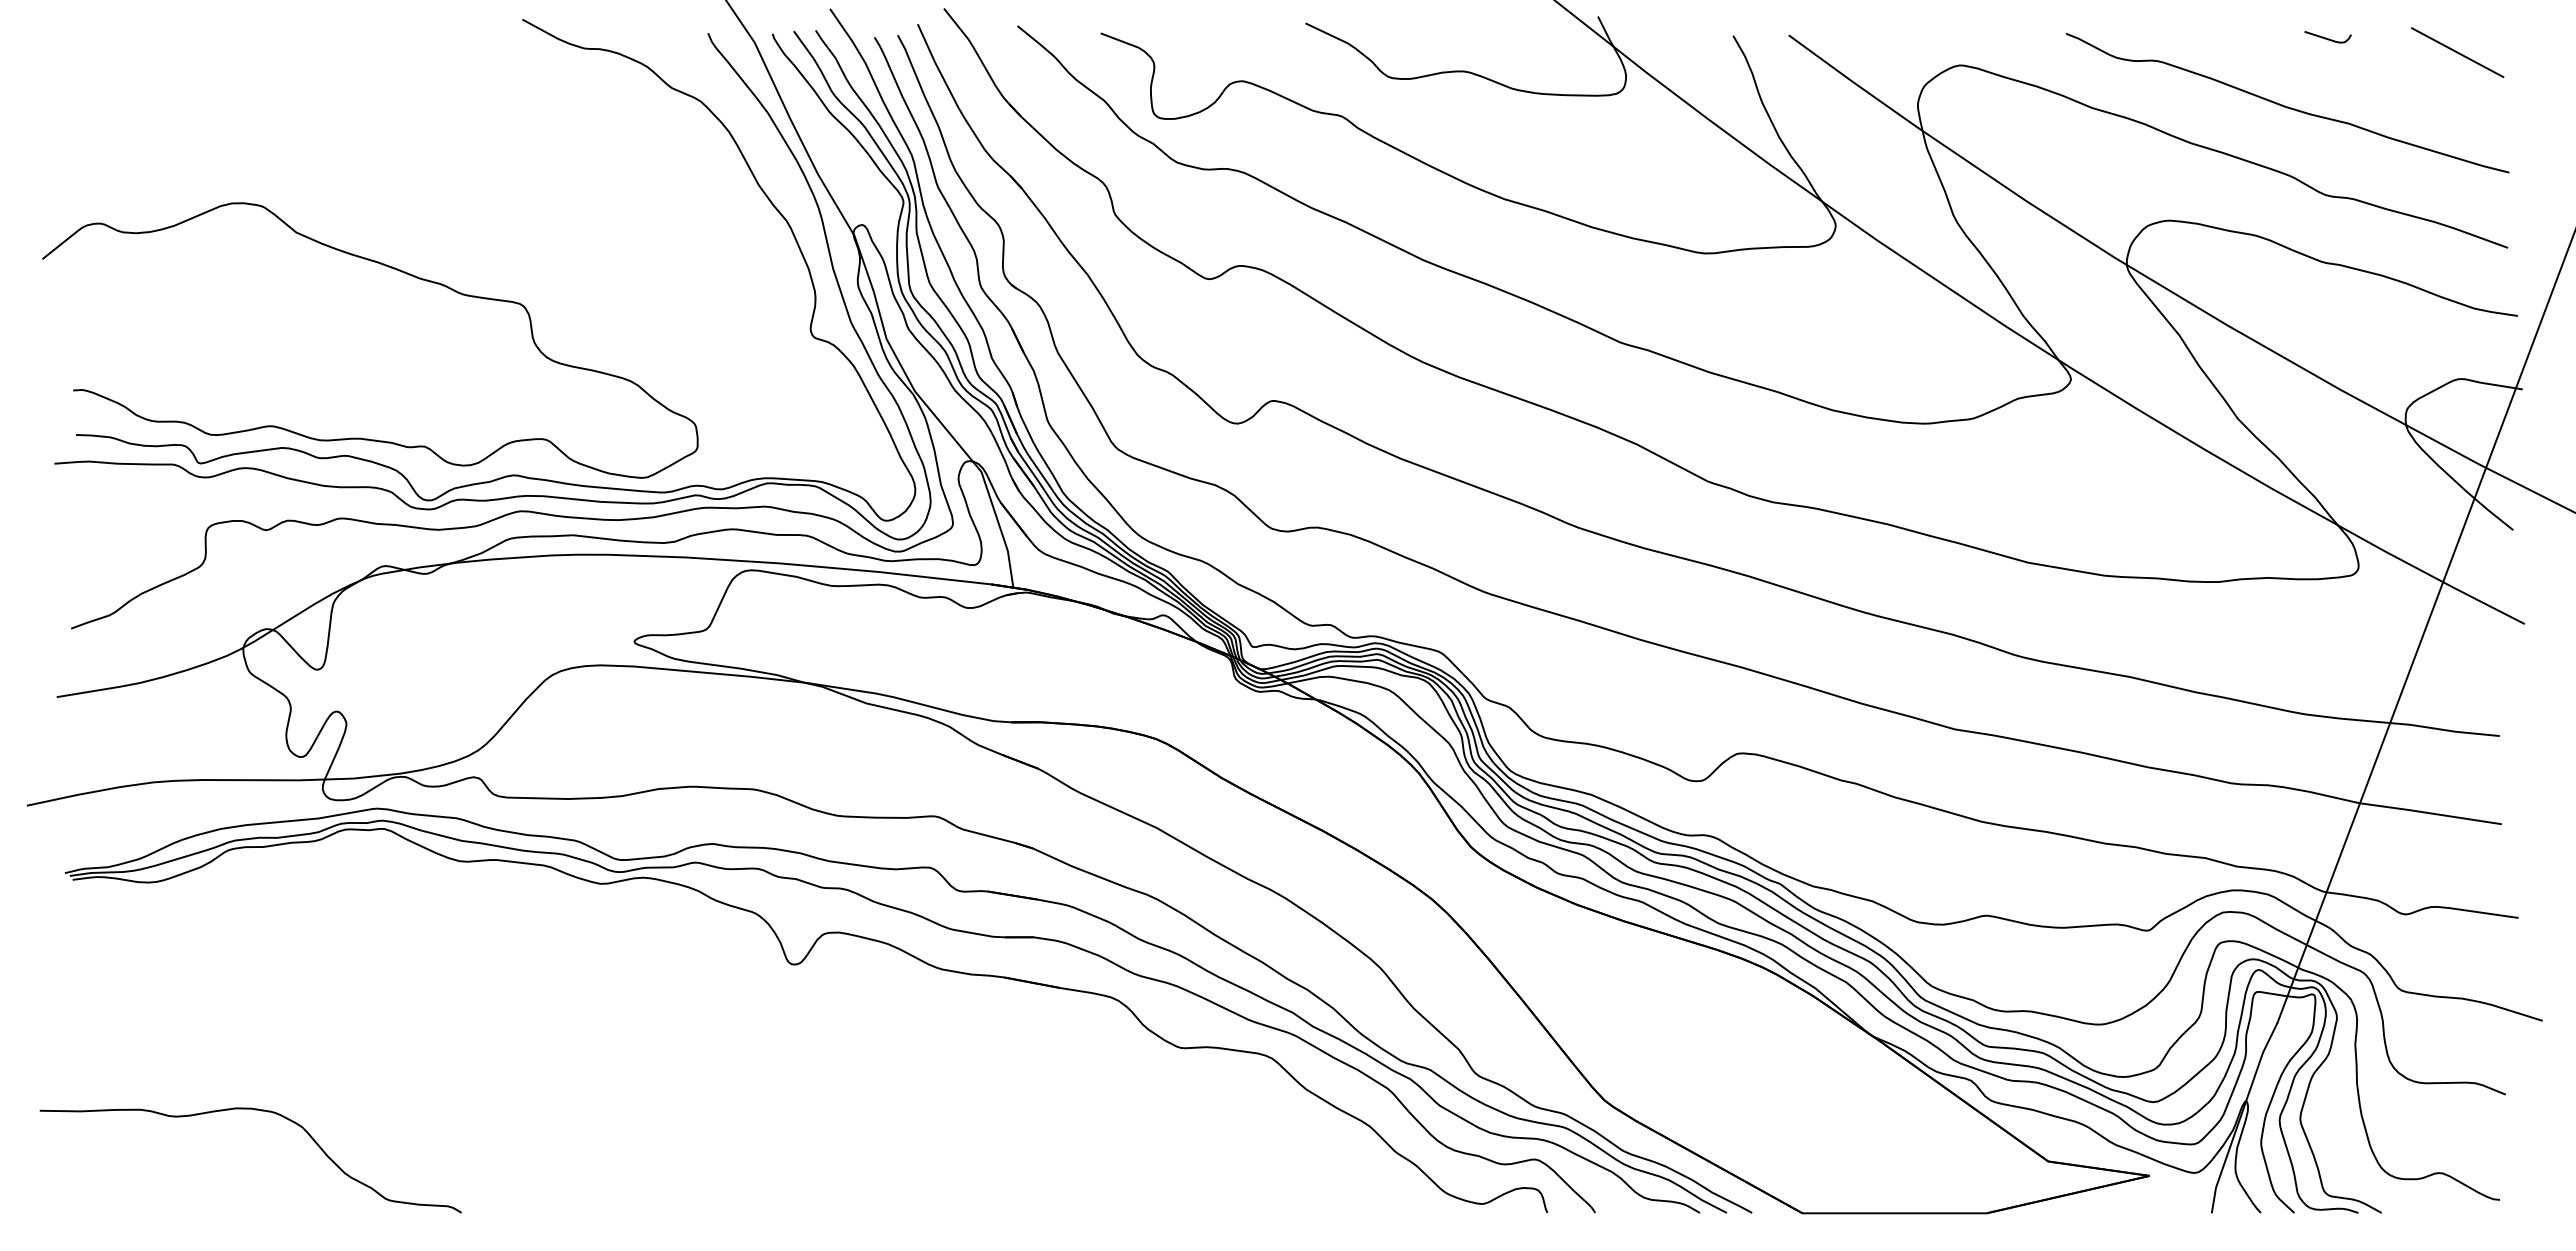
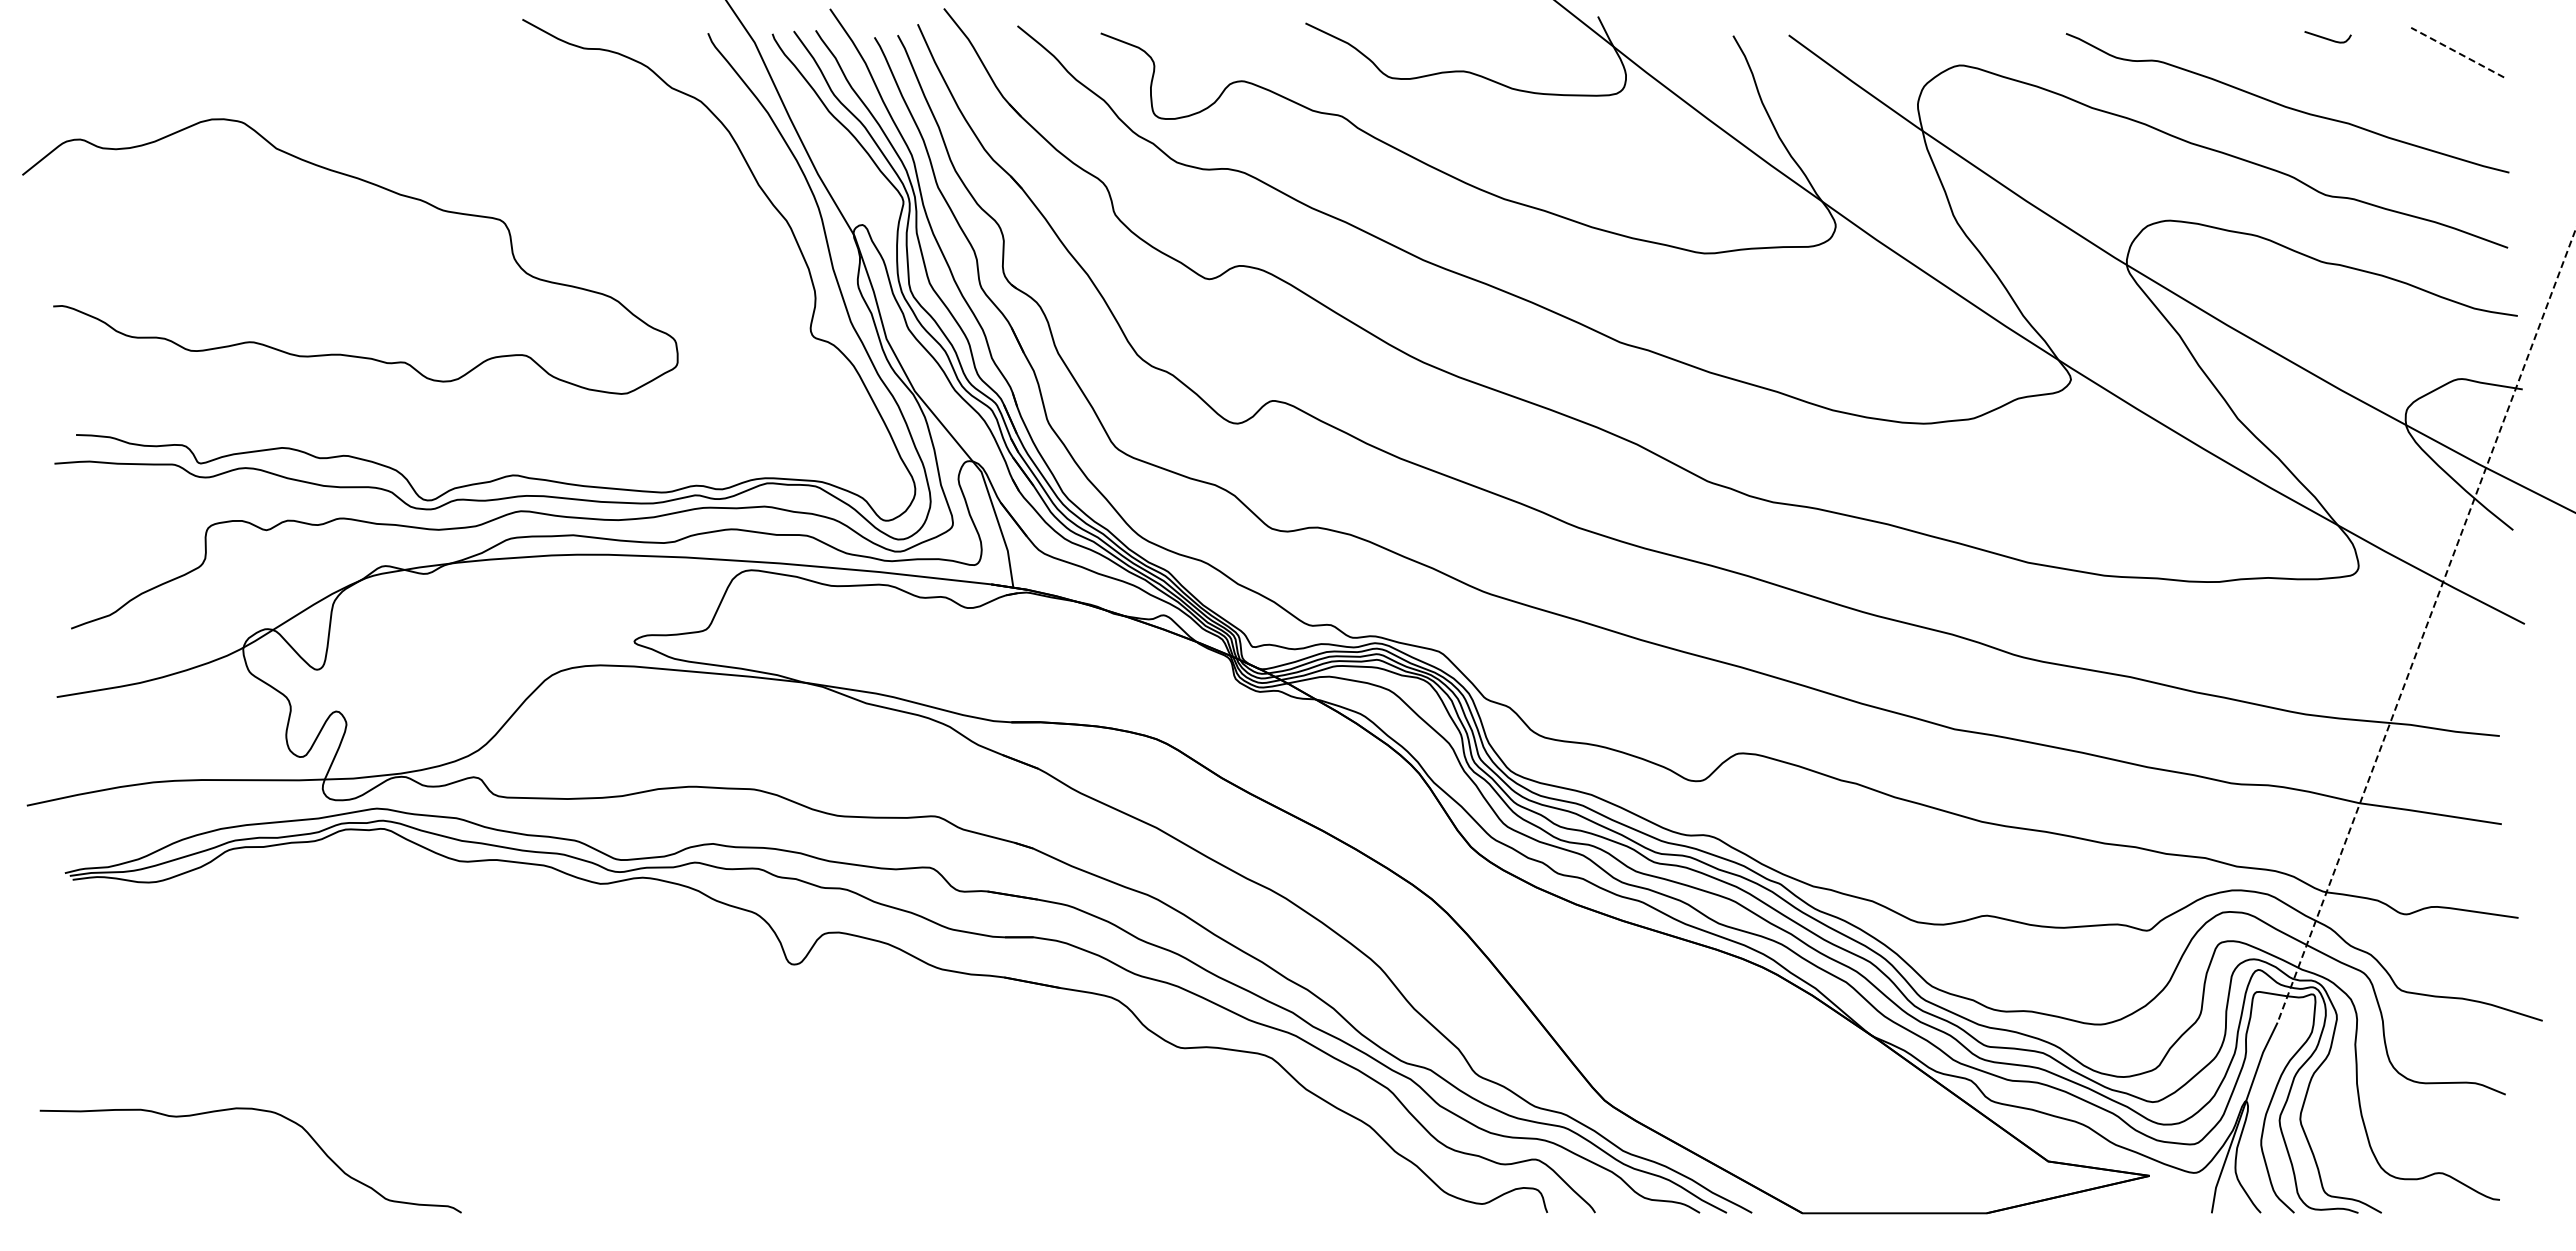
line at (2457, 52): solid -> dashed
curve at (393, 269) position: (393, 269) -> (373, 185)
line at (2426, 625): solid -> dashed
